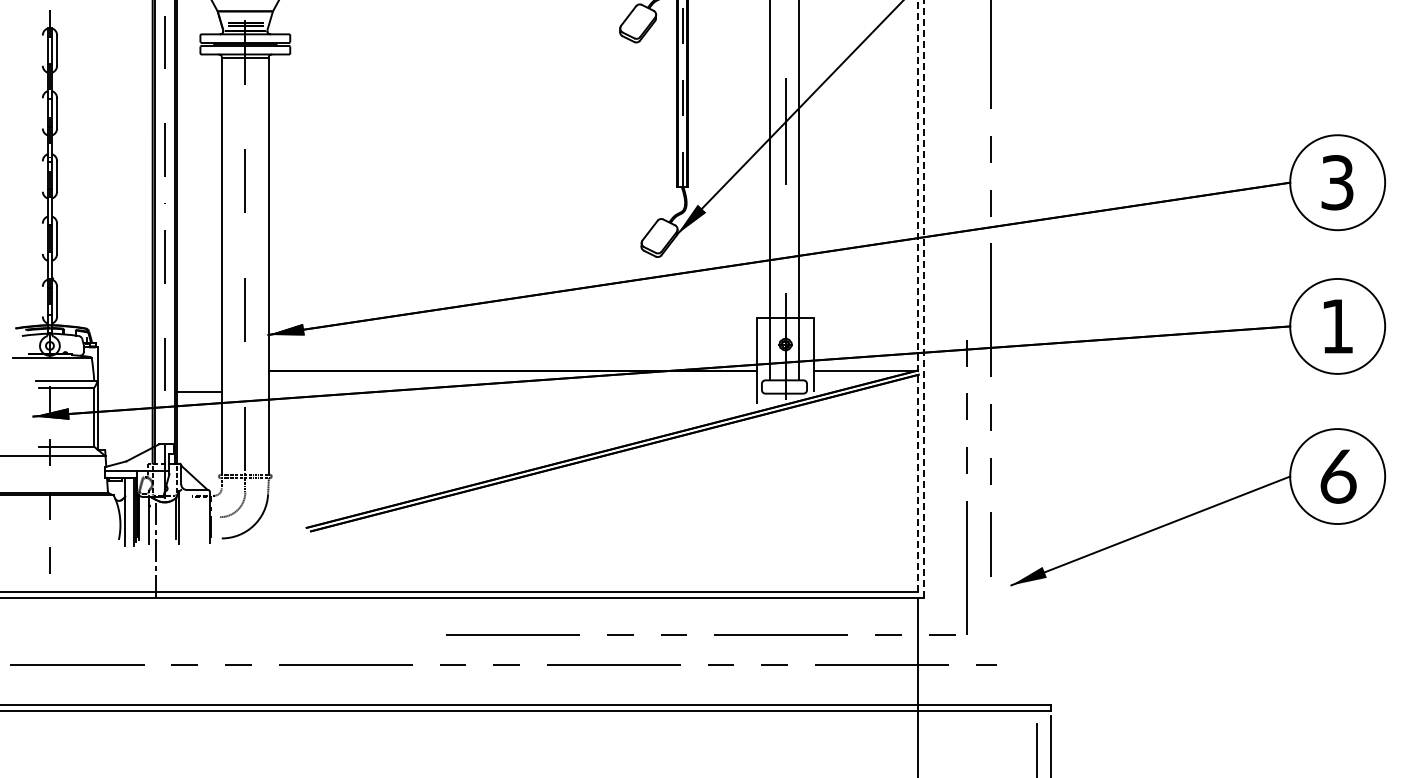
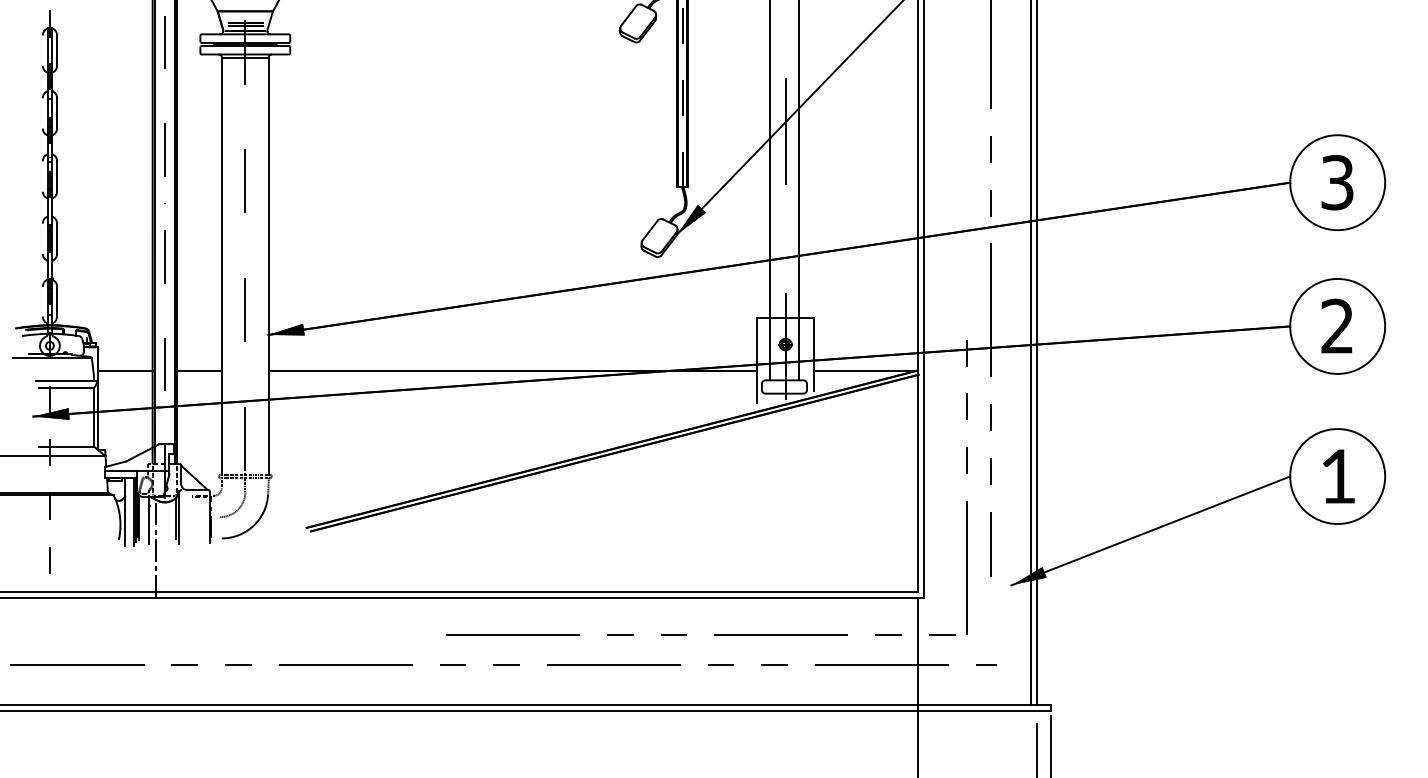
line at (917, 296): dashed -> solid
line at (923, 299): dashed -> solid
text at (1336, 325): 1 -> 2
line at (1030, 353): none -> present
line at (1036, 353): none -> present
line at (124, 370): none -> present
line at (199, 391) position: (199, 391) -> (199, 370)
text at (1338, 476): 6 -> 1
